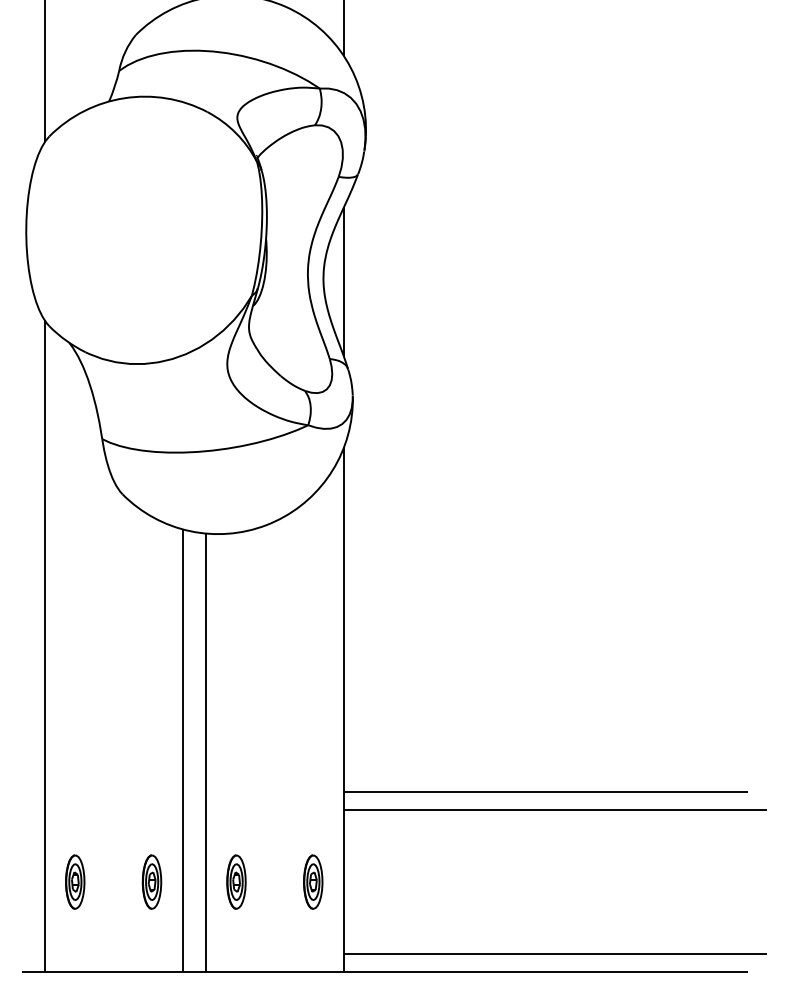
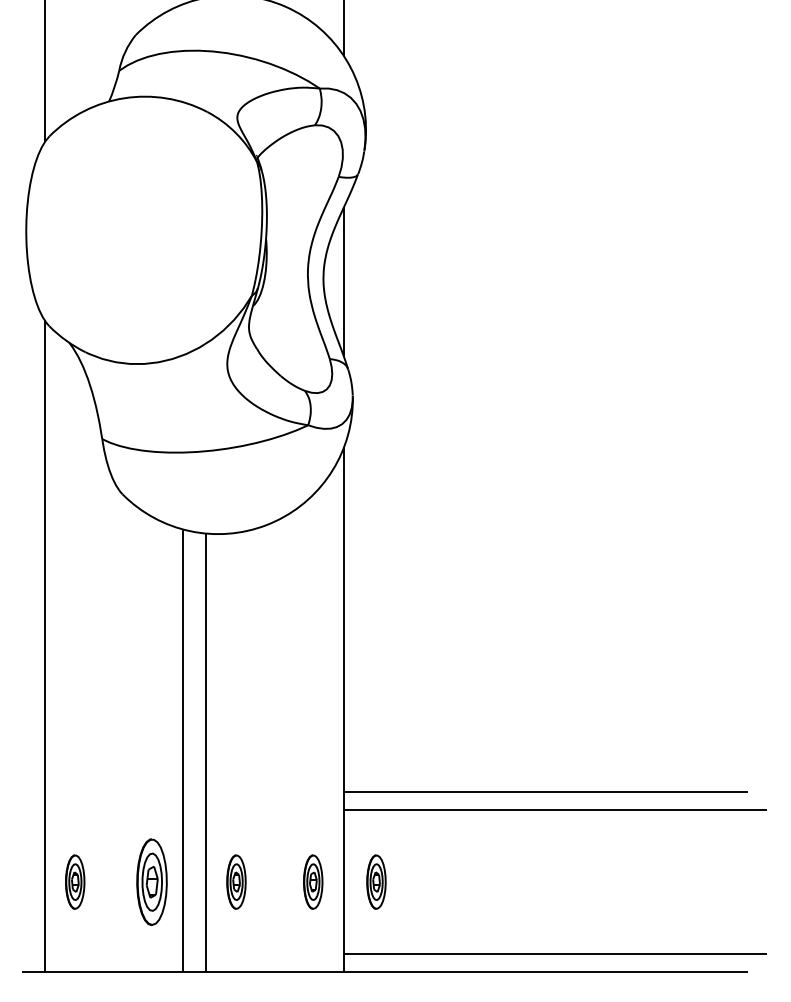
part at (151, 881) size: 22x56 px -> 32x88 px
part at (376, 881): none -> present
